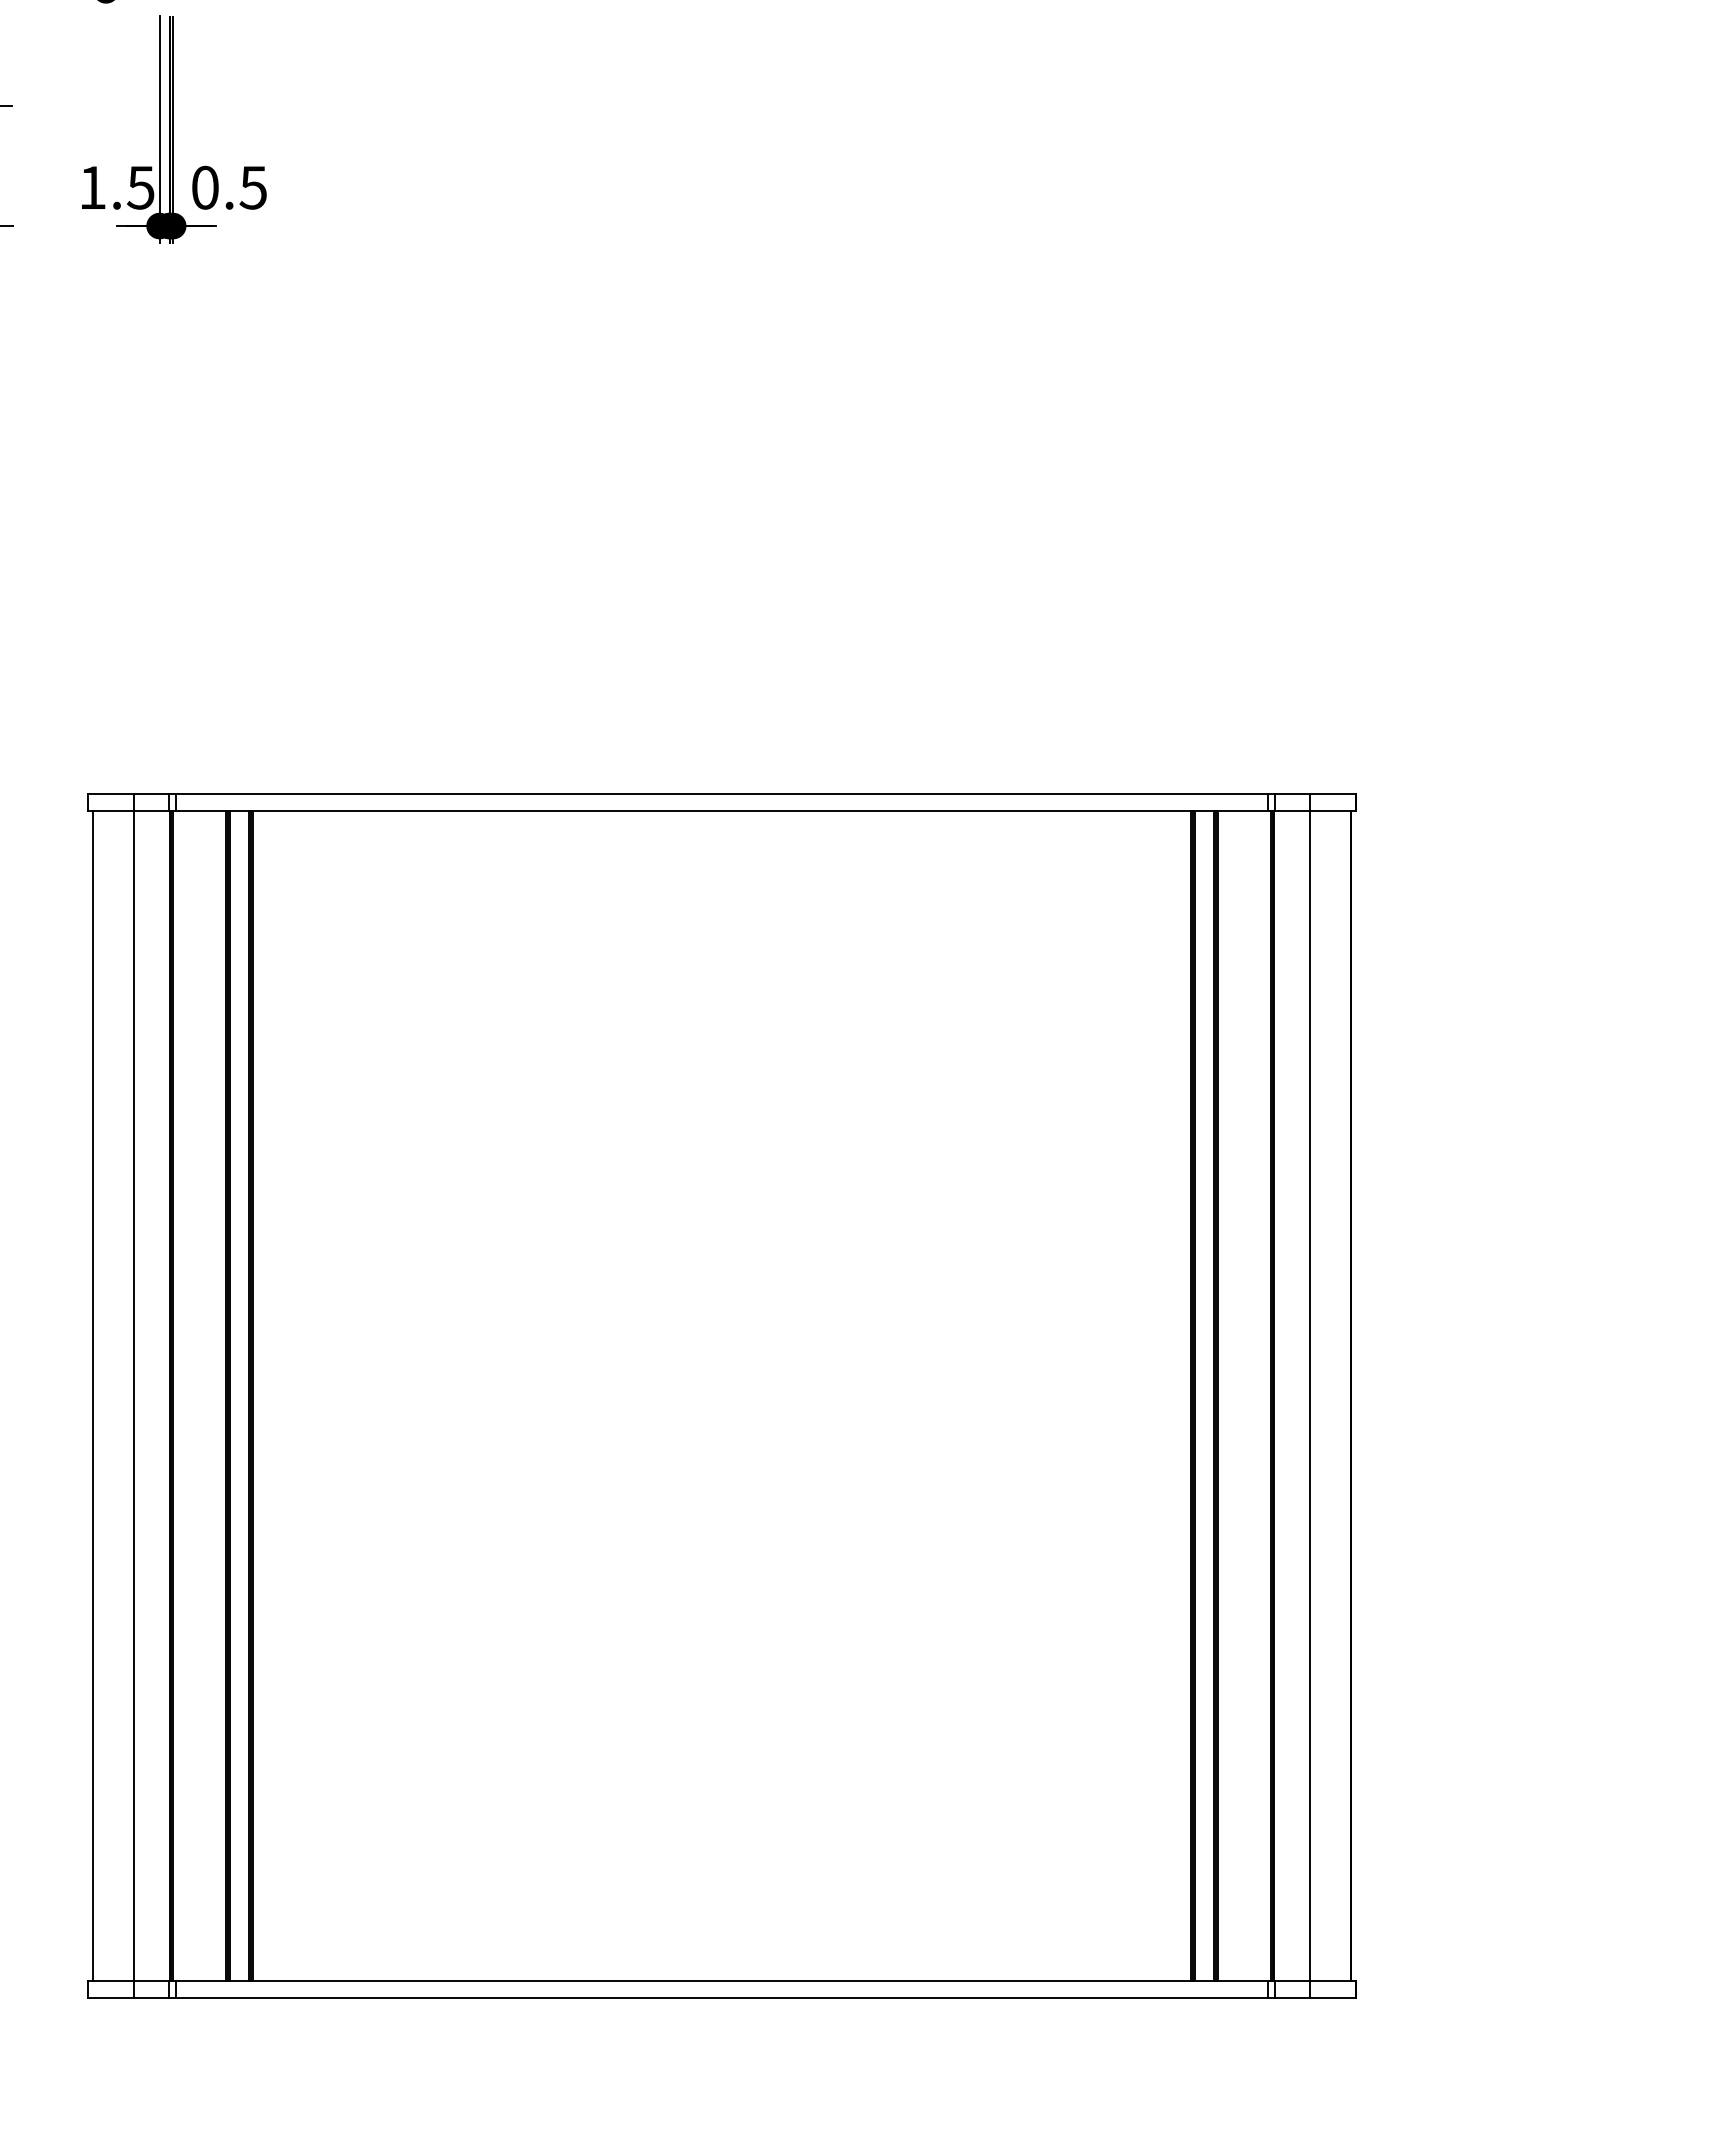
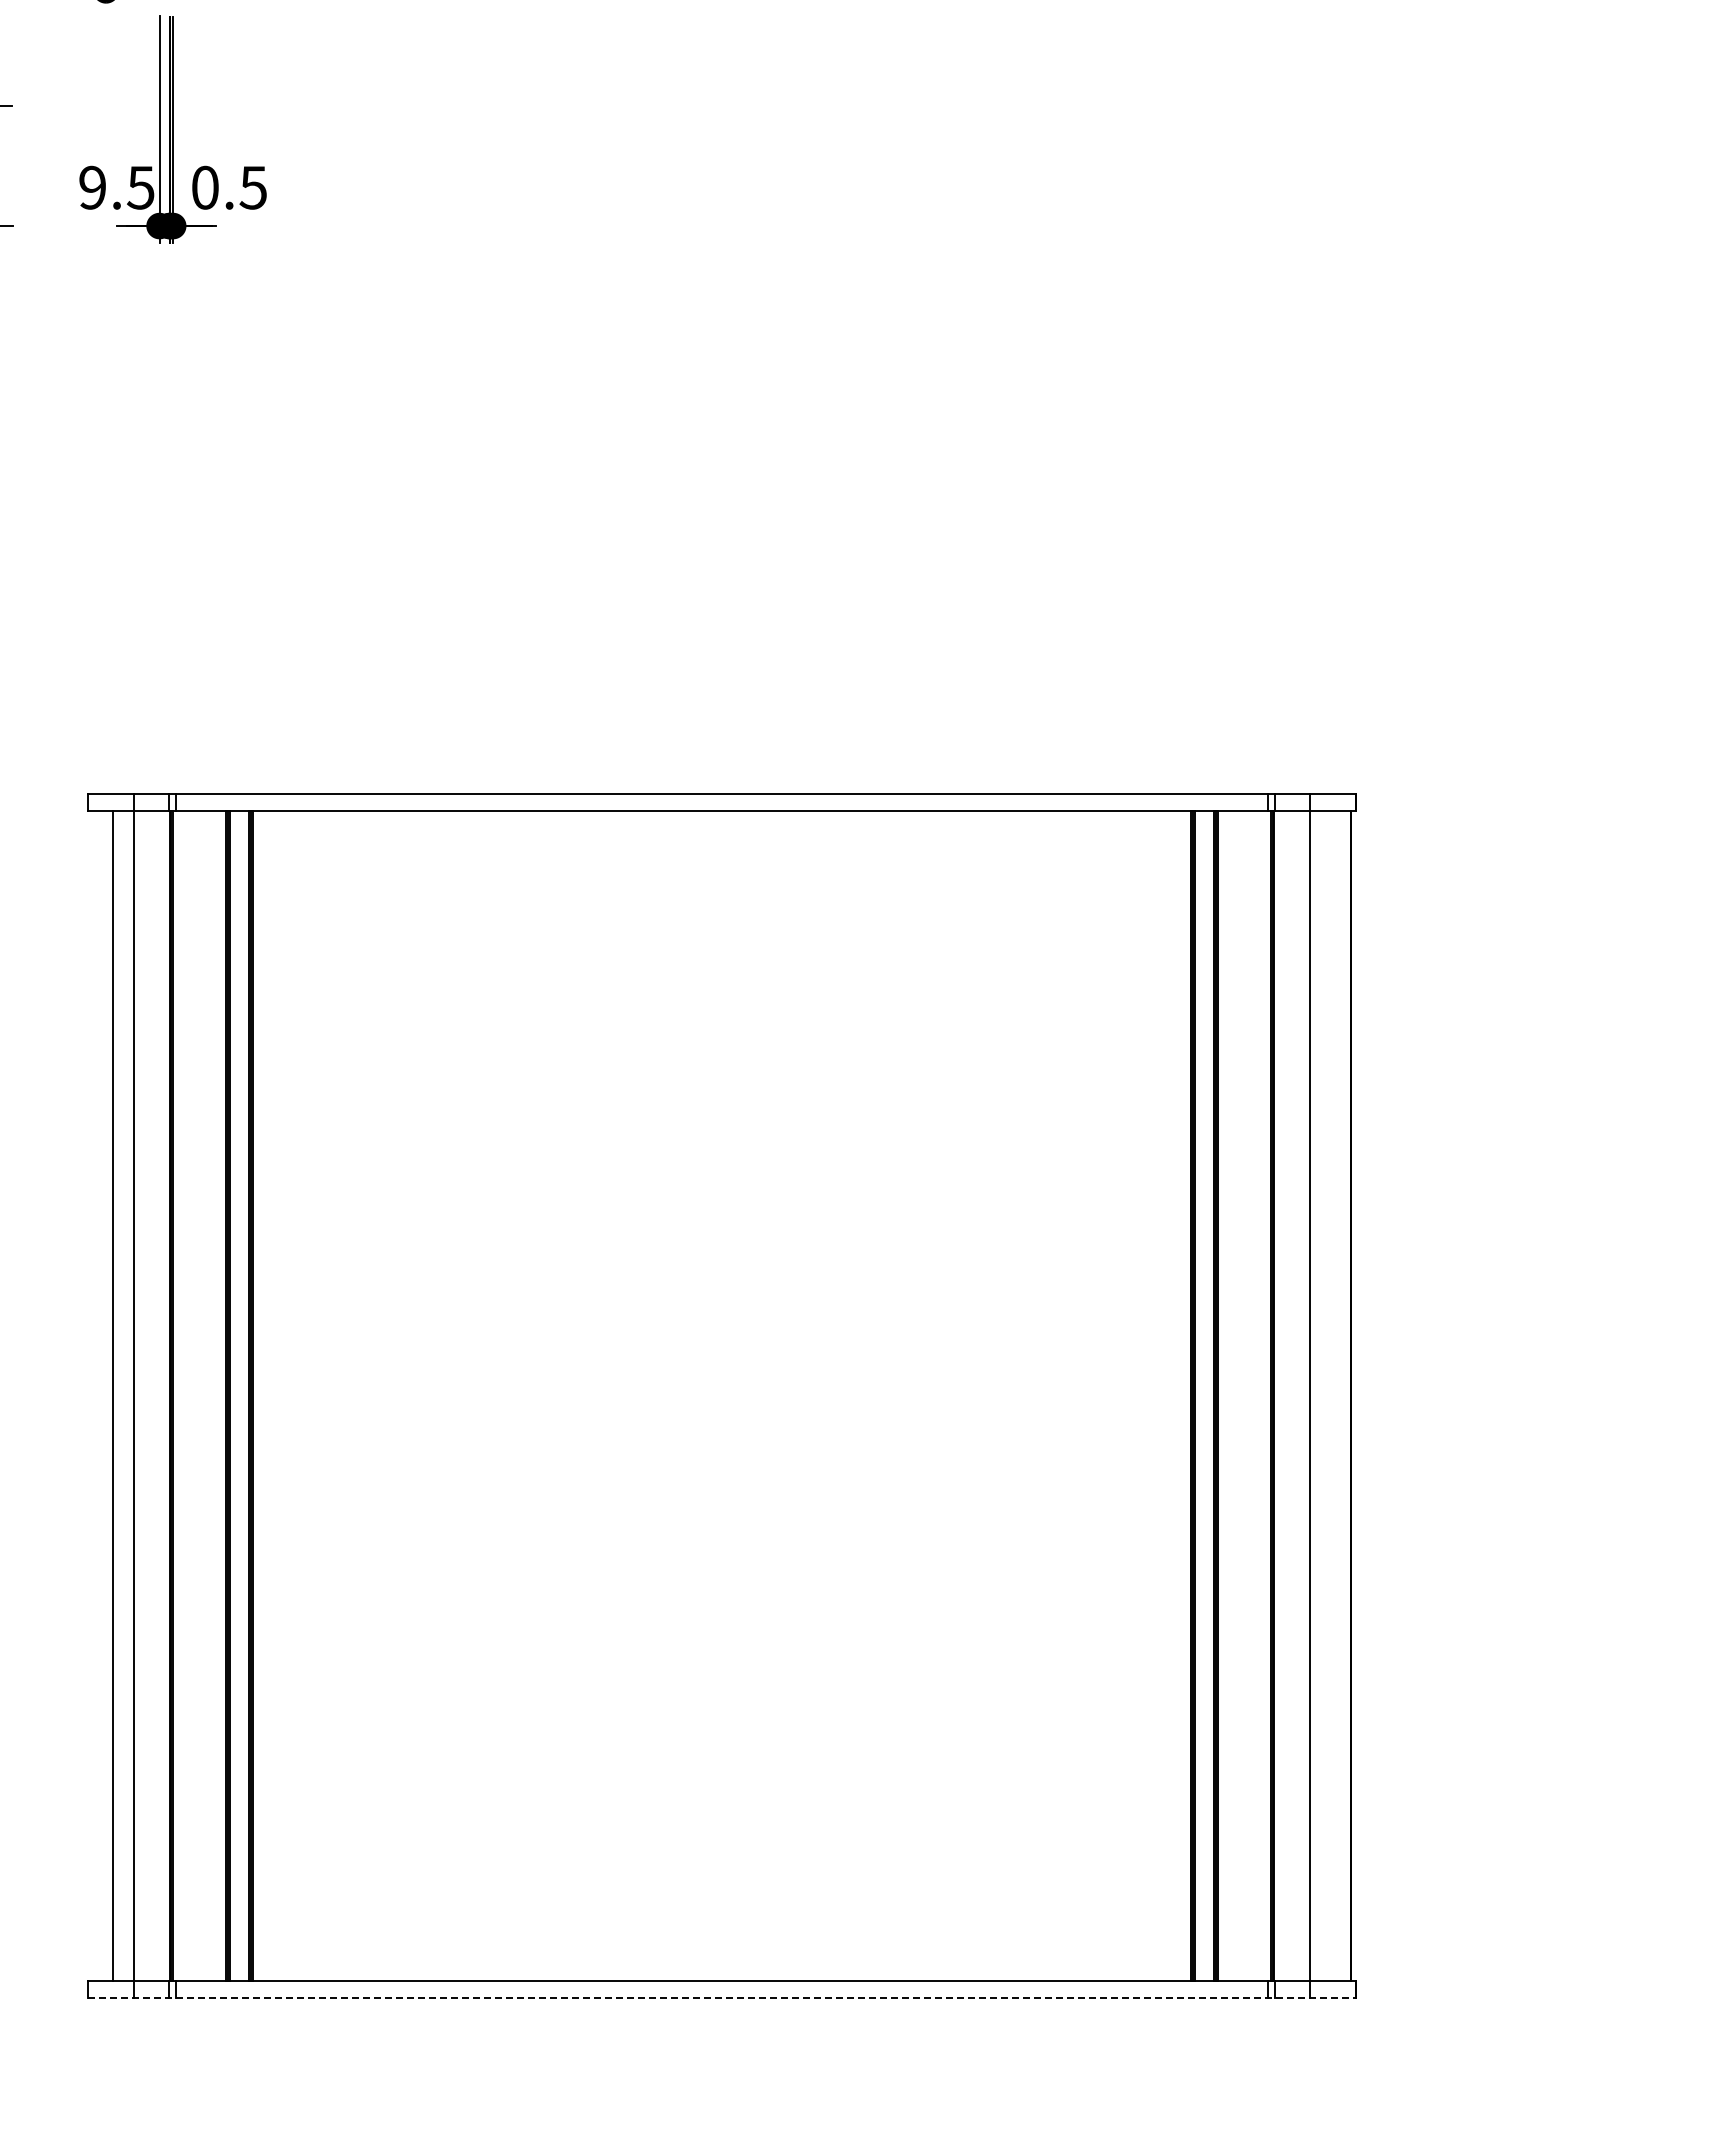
text at (92, 187): 1.5 -> 9.5
line at (93, 1395) position: (93, 1395) -> (113, 1395)
line at (721, 1997): solid -> dashed
